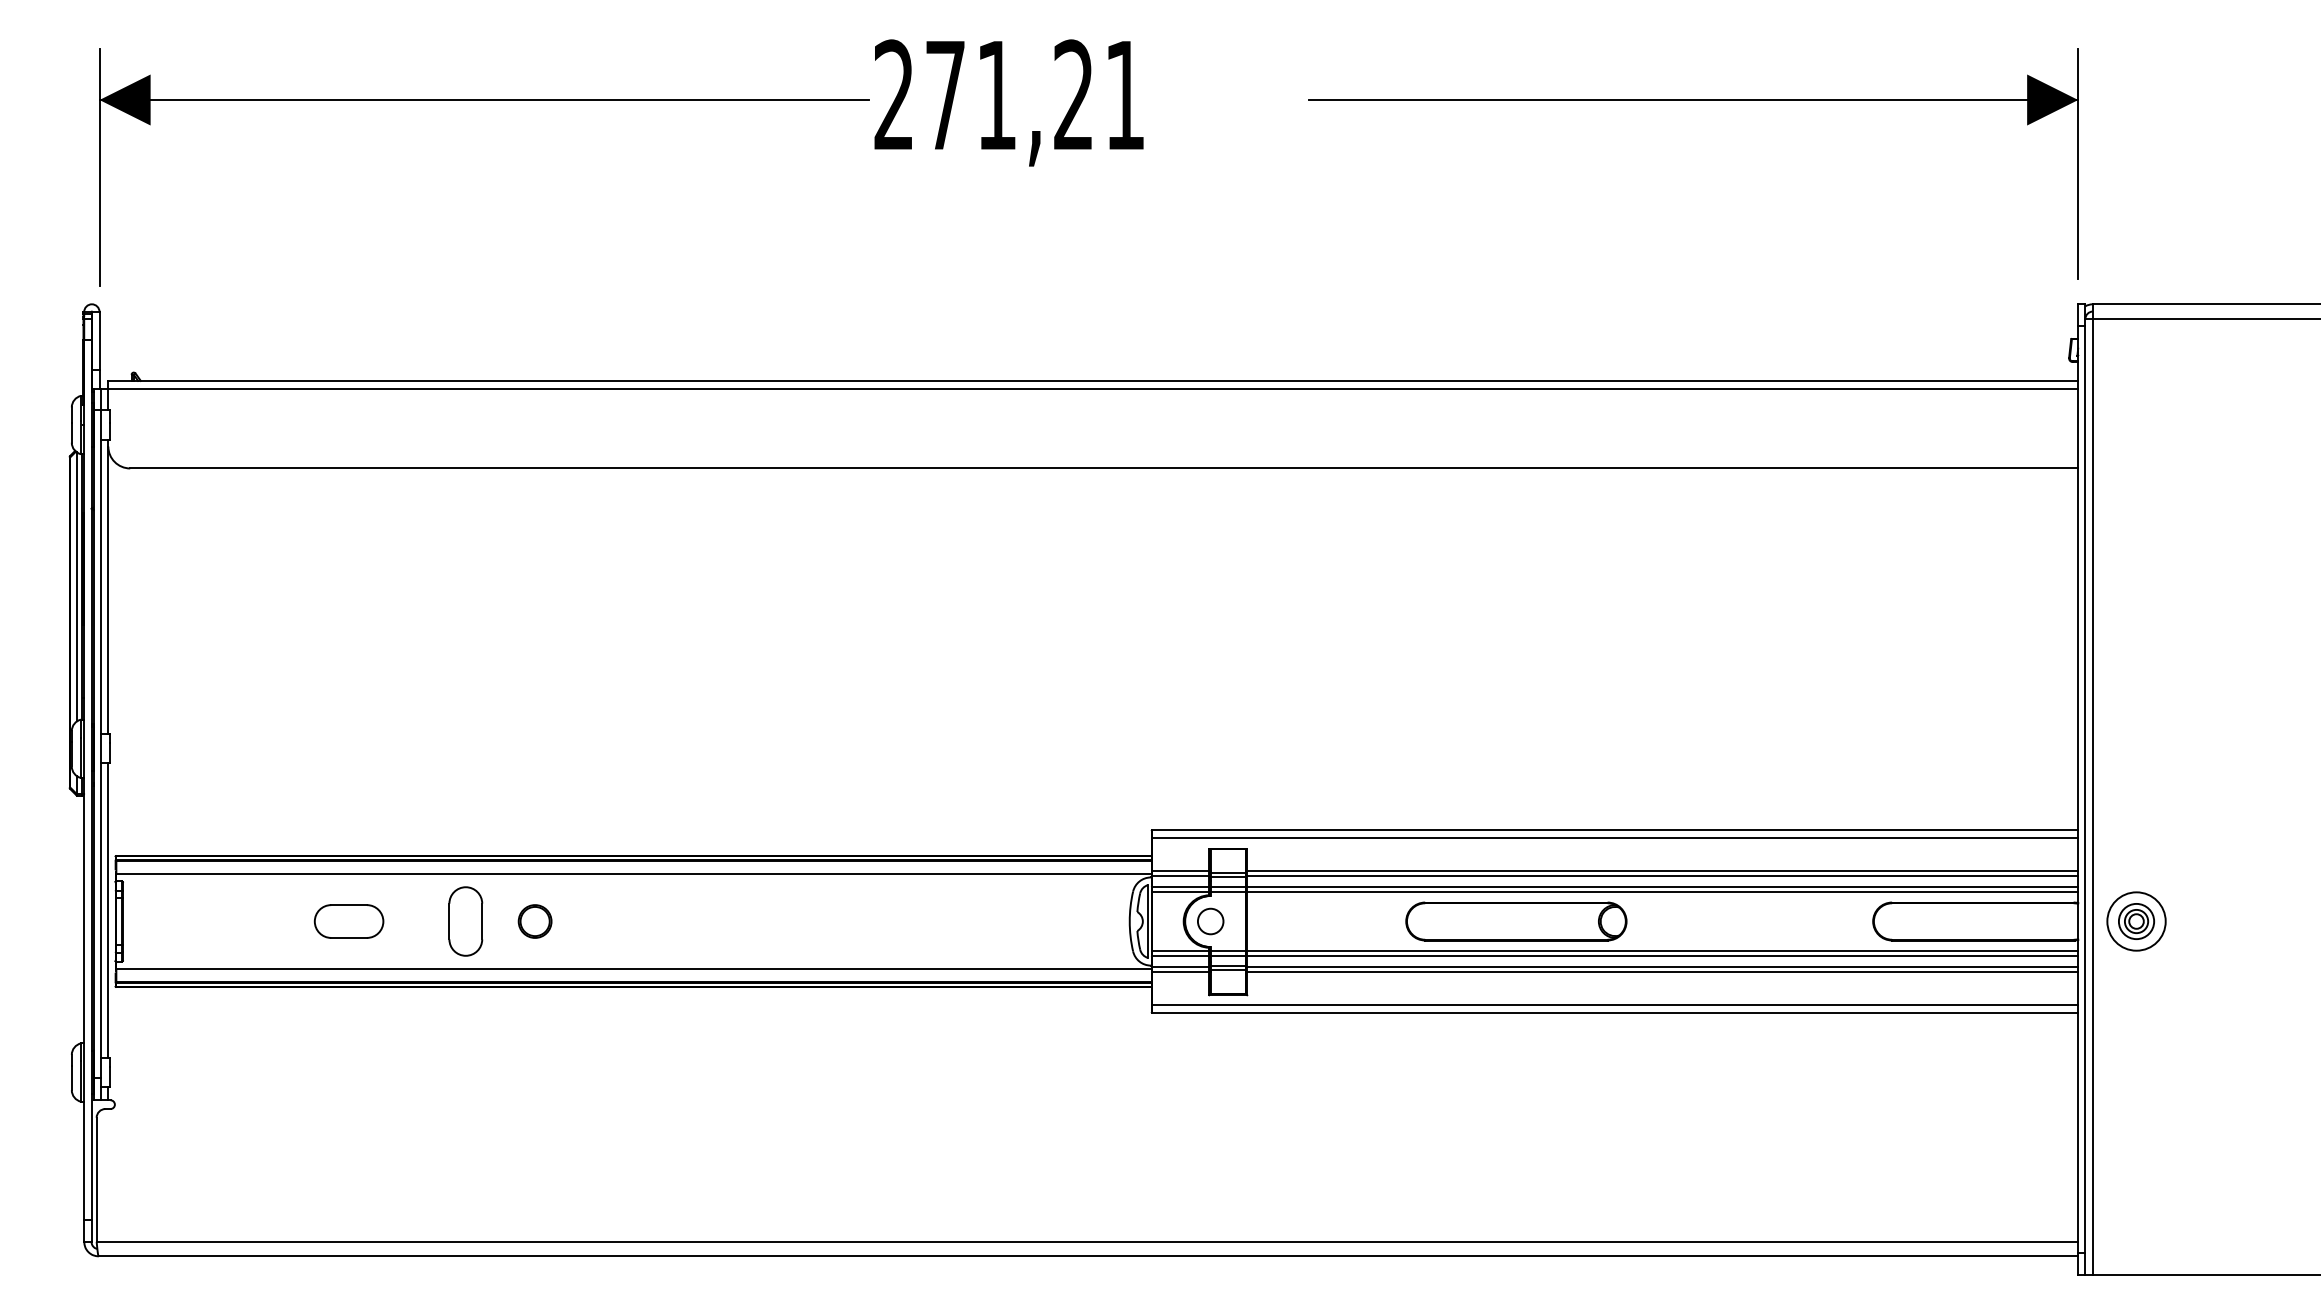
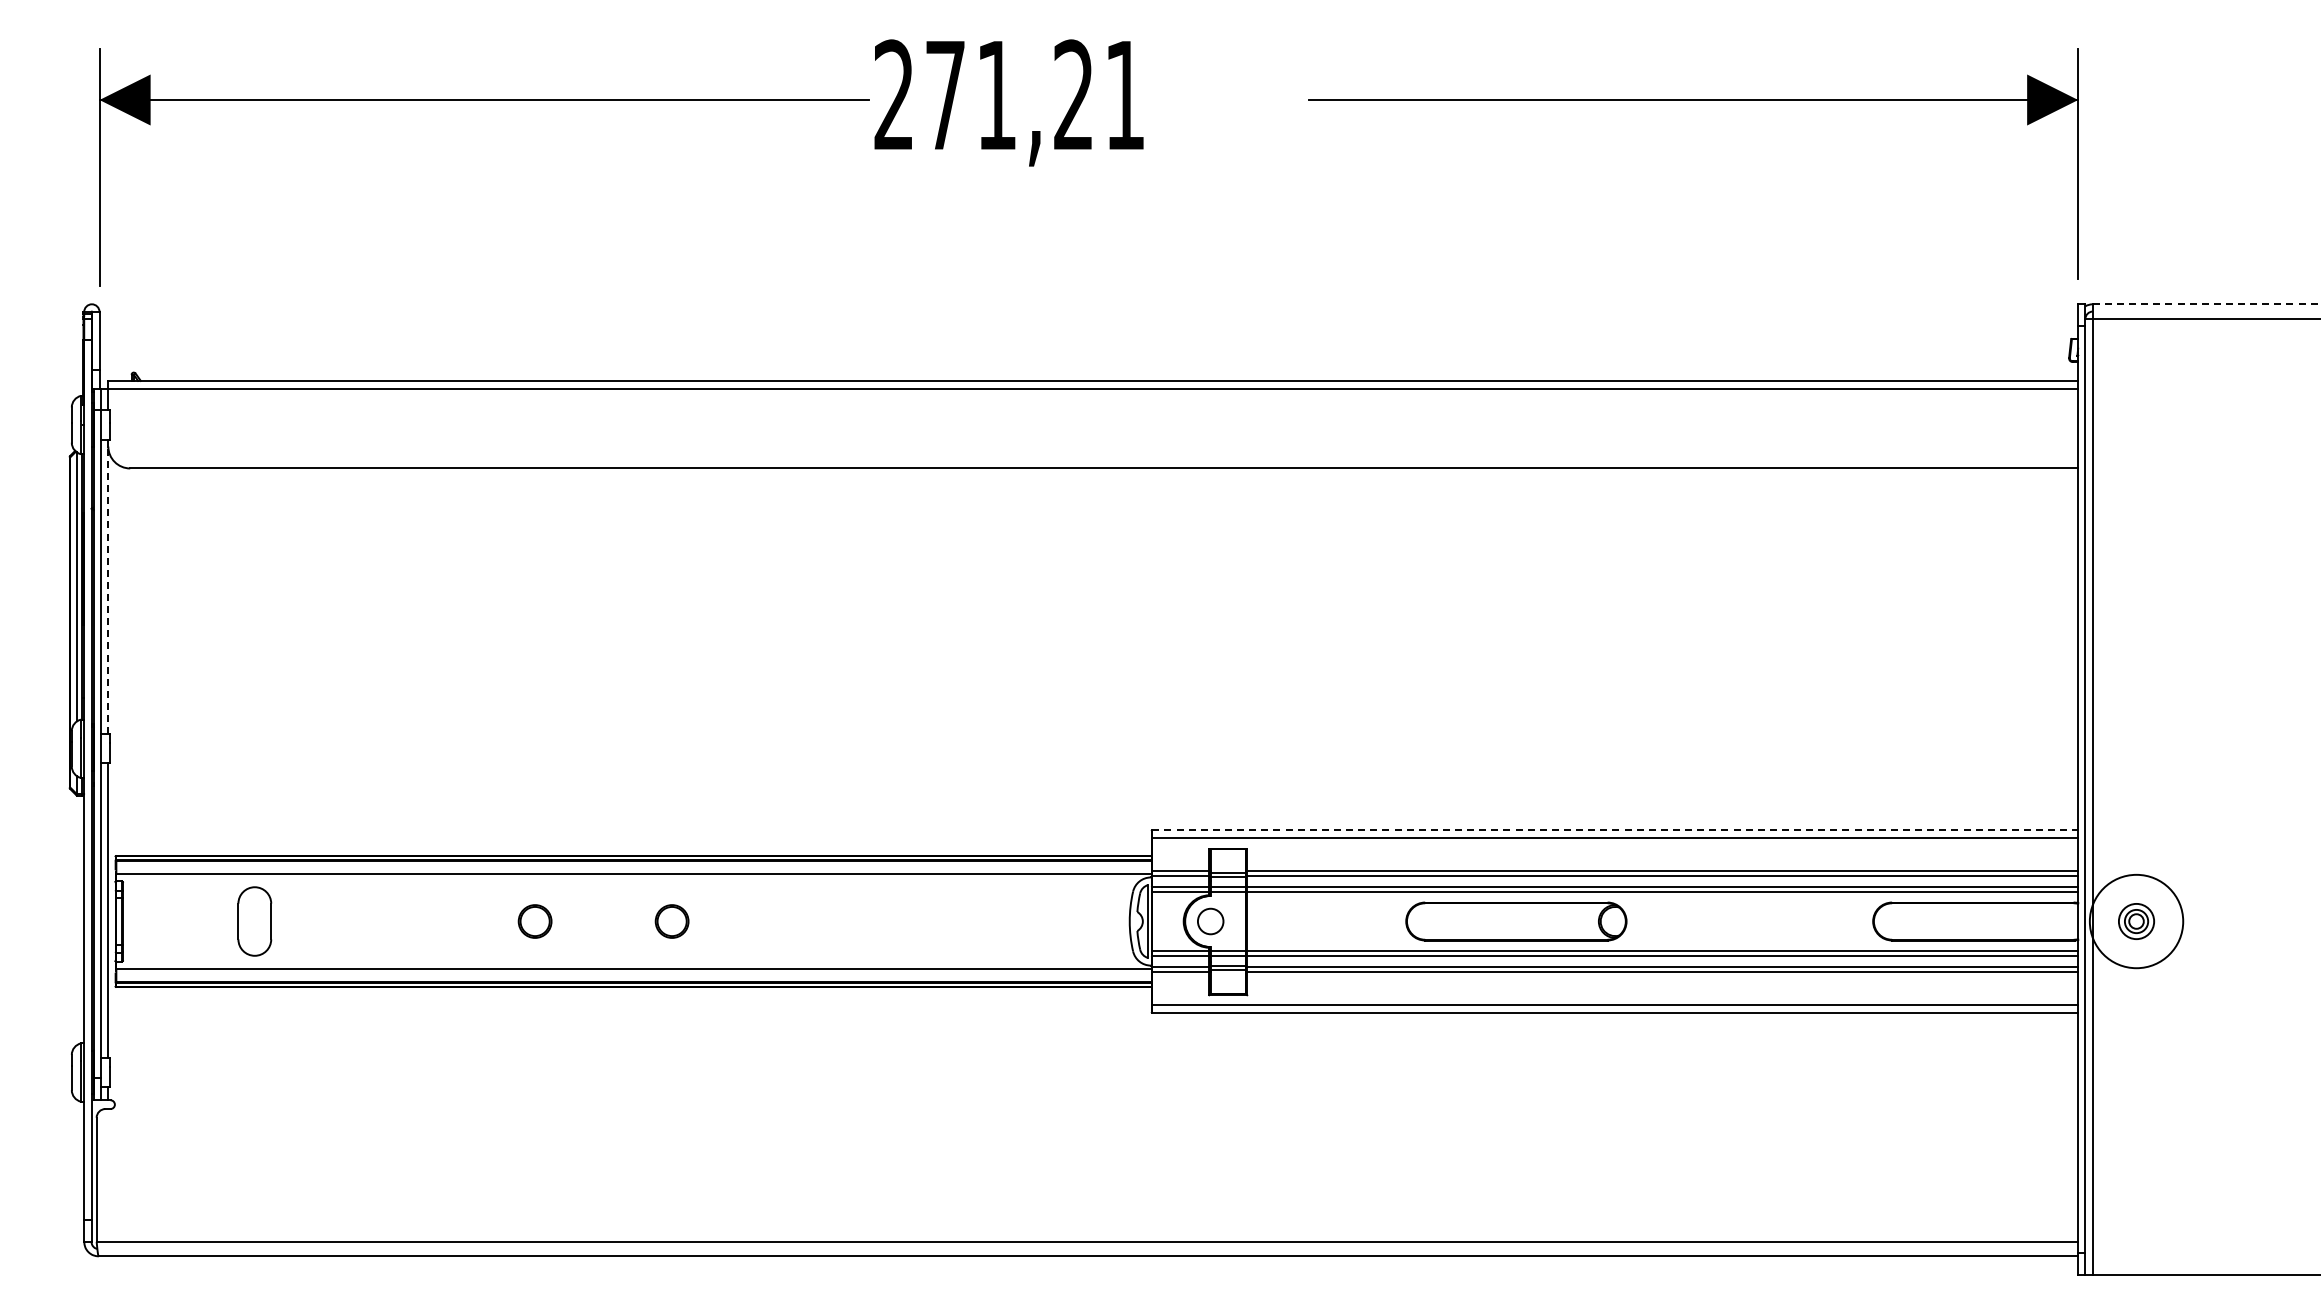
line at (2206, 304): solid -> dashed
line at (108, 590): solid -> dashed
line at (1615, 830): solid -> dashed
part at (348, 921): present -> none
part at (465, 921) position: (465, 921) -> (254, 921)
part at (671, 921): none -> present
circle at (2136, 921) diameter: 58 px -> 93 px
